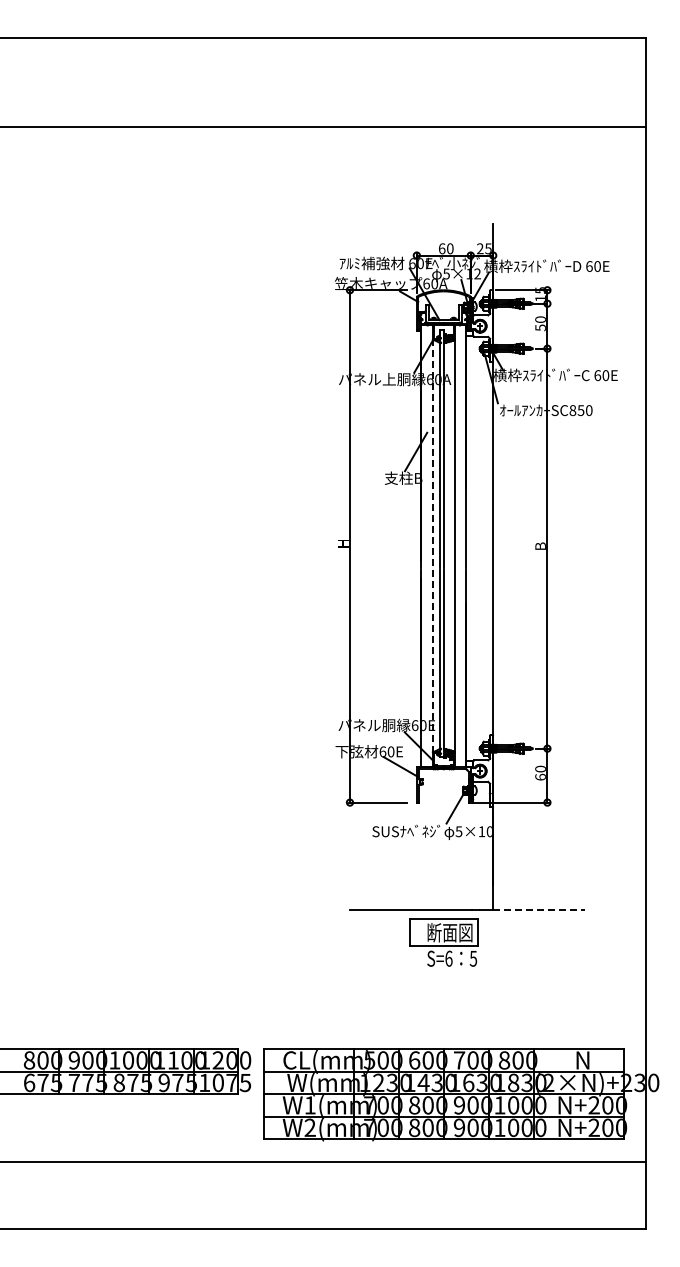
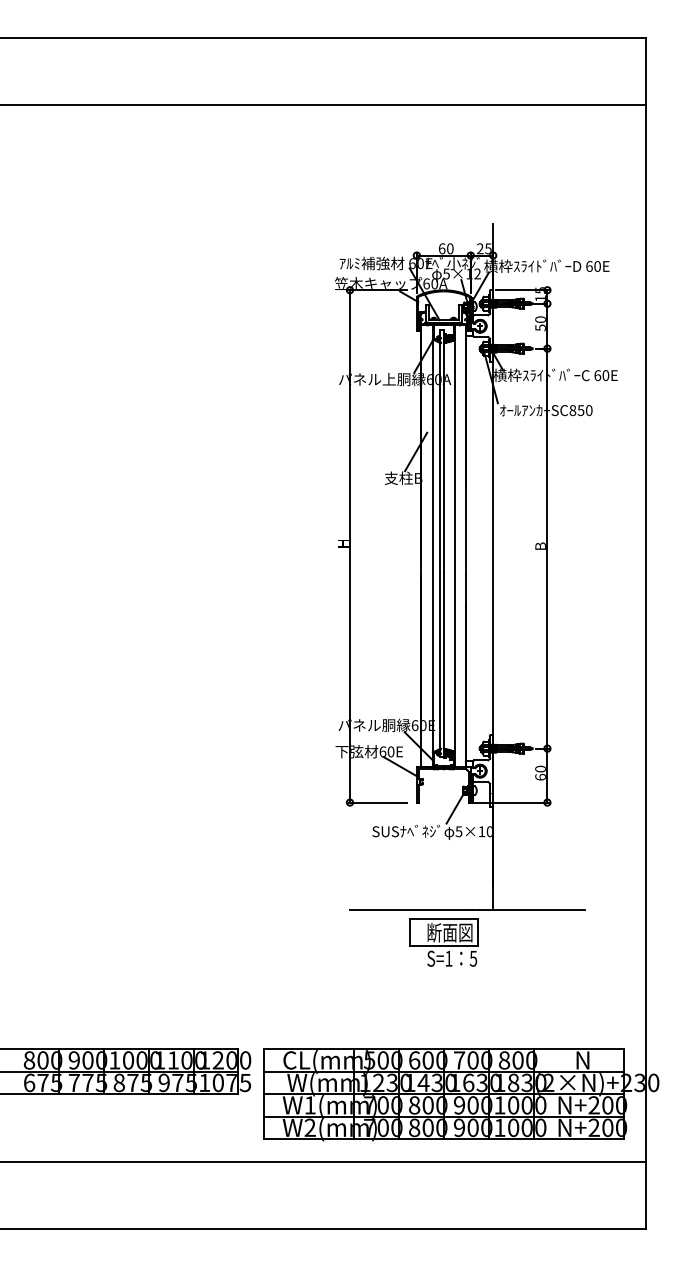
line at (324, 127) position: (324, 127) -> (324, 105)
line at (432, 545): dashed -> solid
line at (538, 910): dashed -> solid
text at (448, 958): S=6 -> S=1
